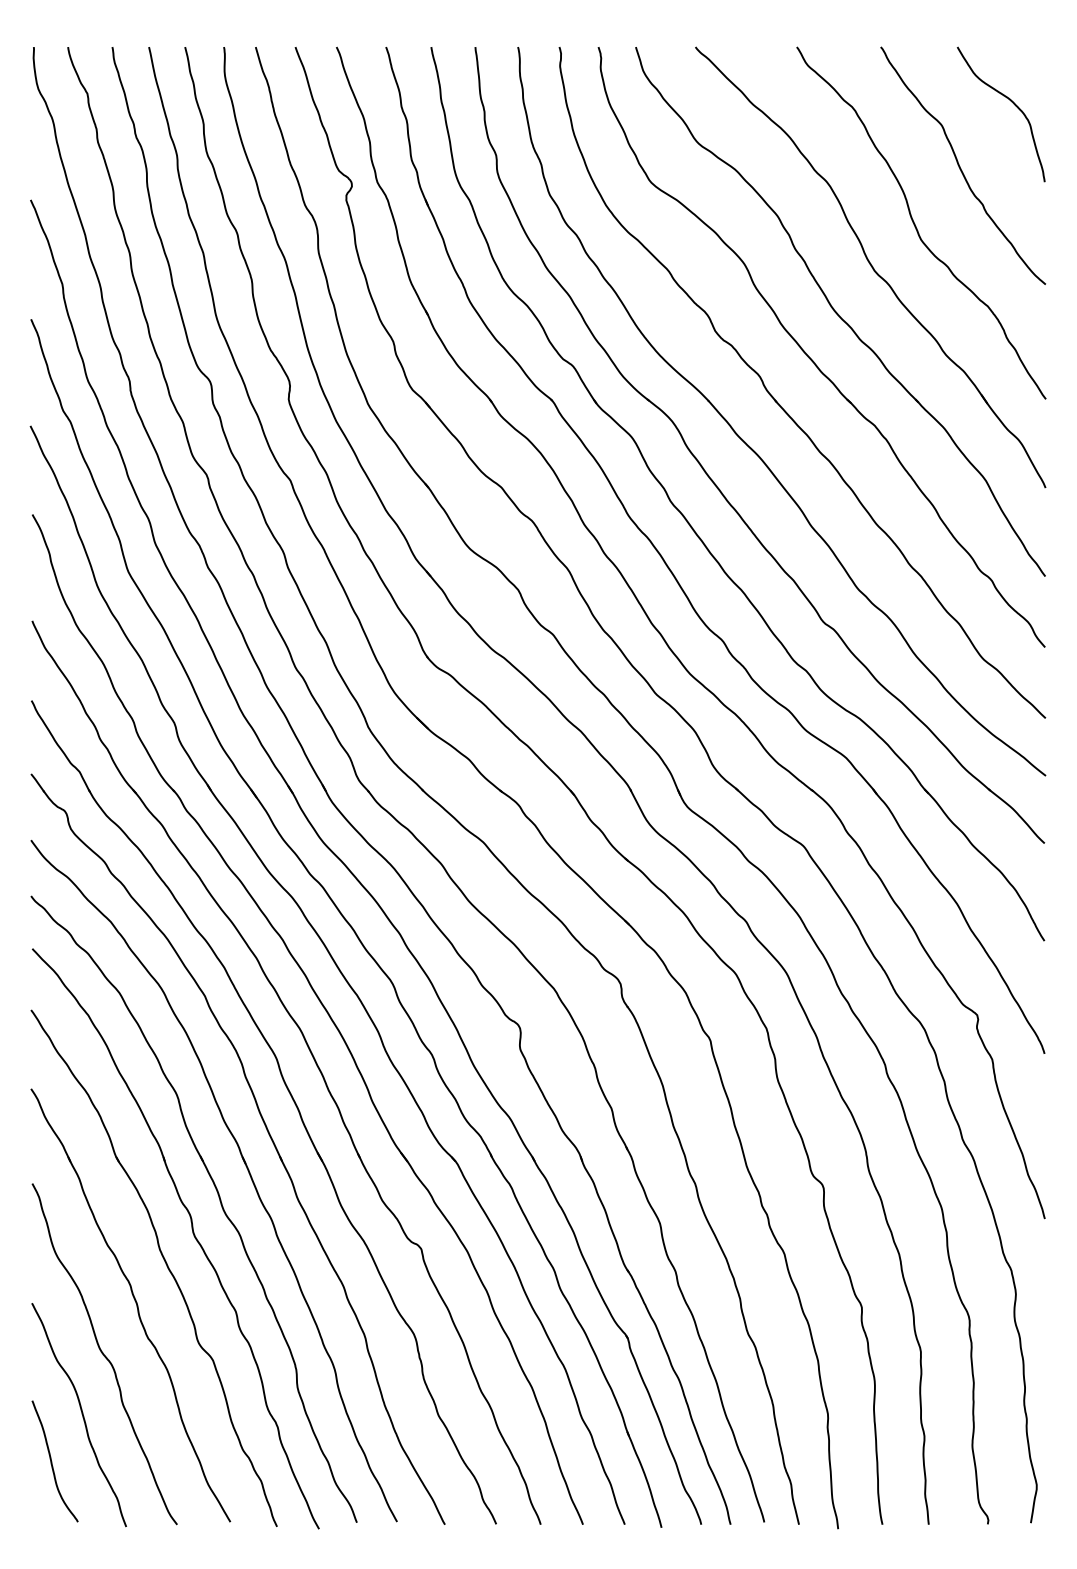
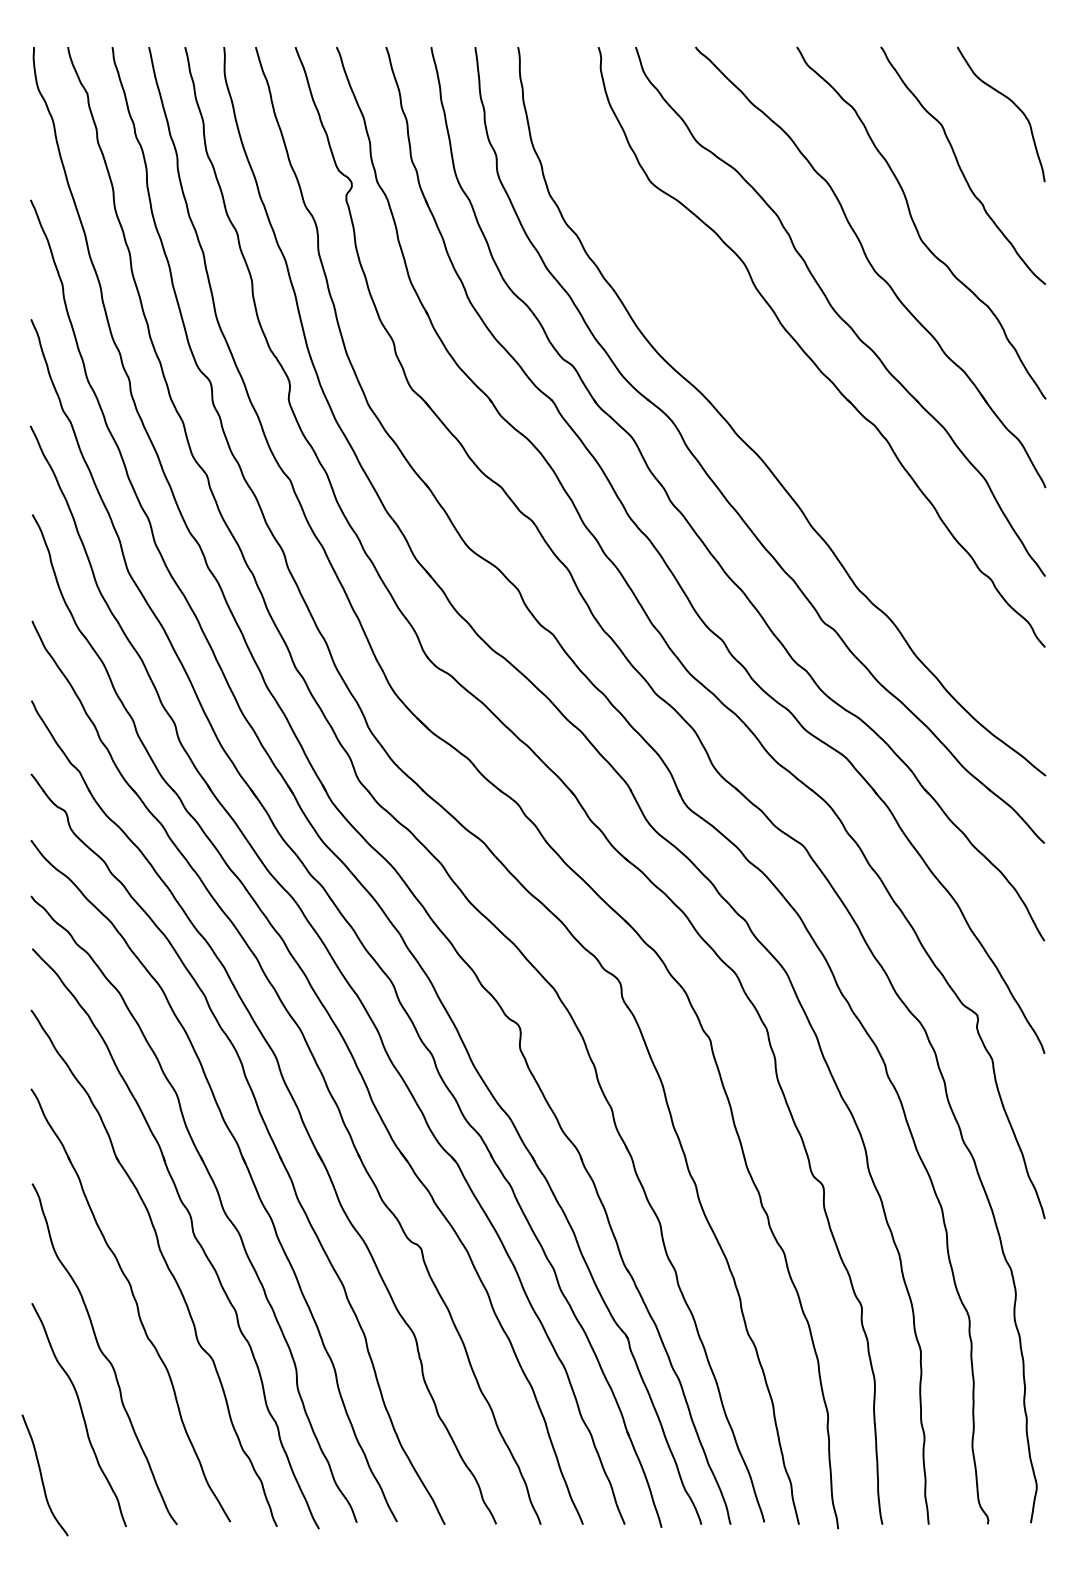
part at (780, 404): present -> none
curve at (52, 1461) position: (52, 1461) -> (42, 1475)
